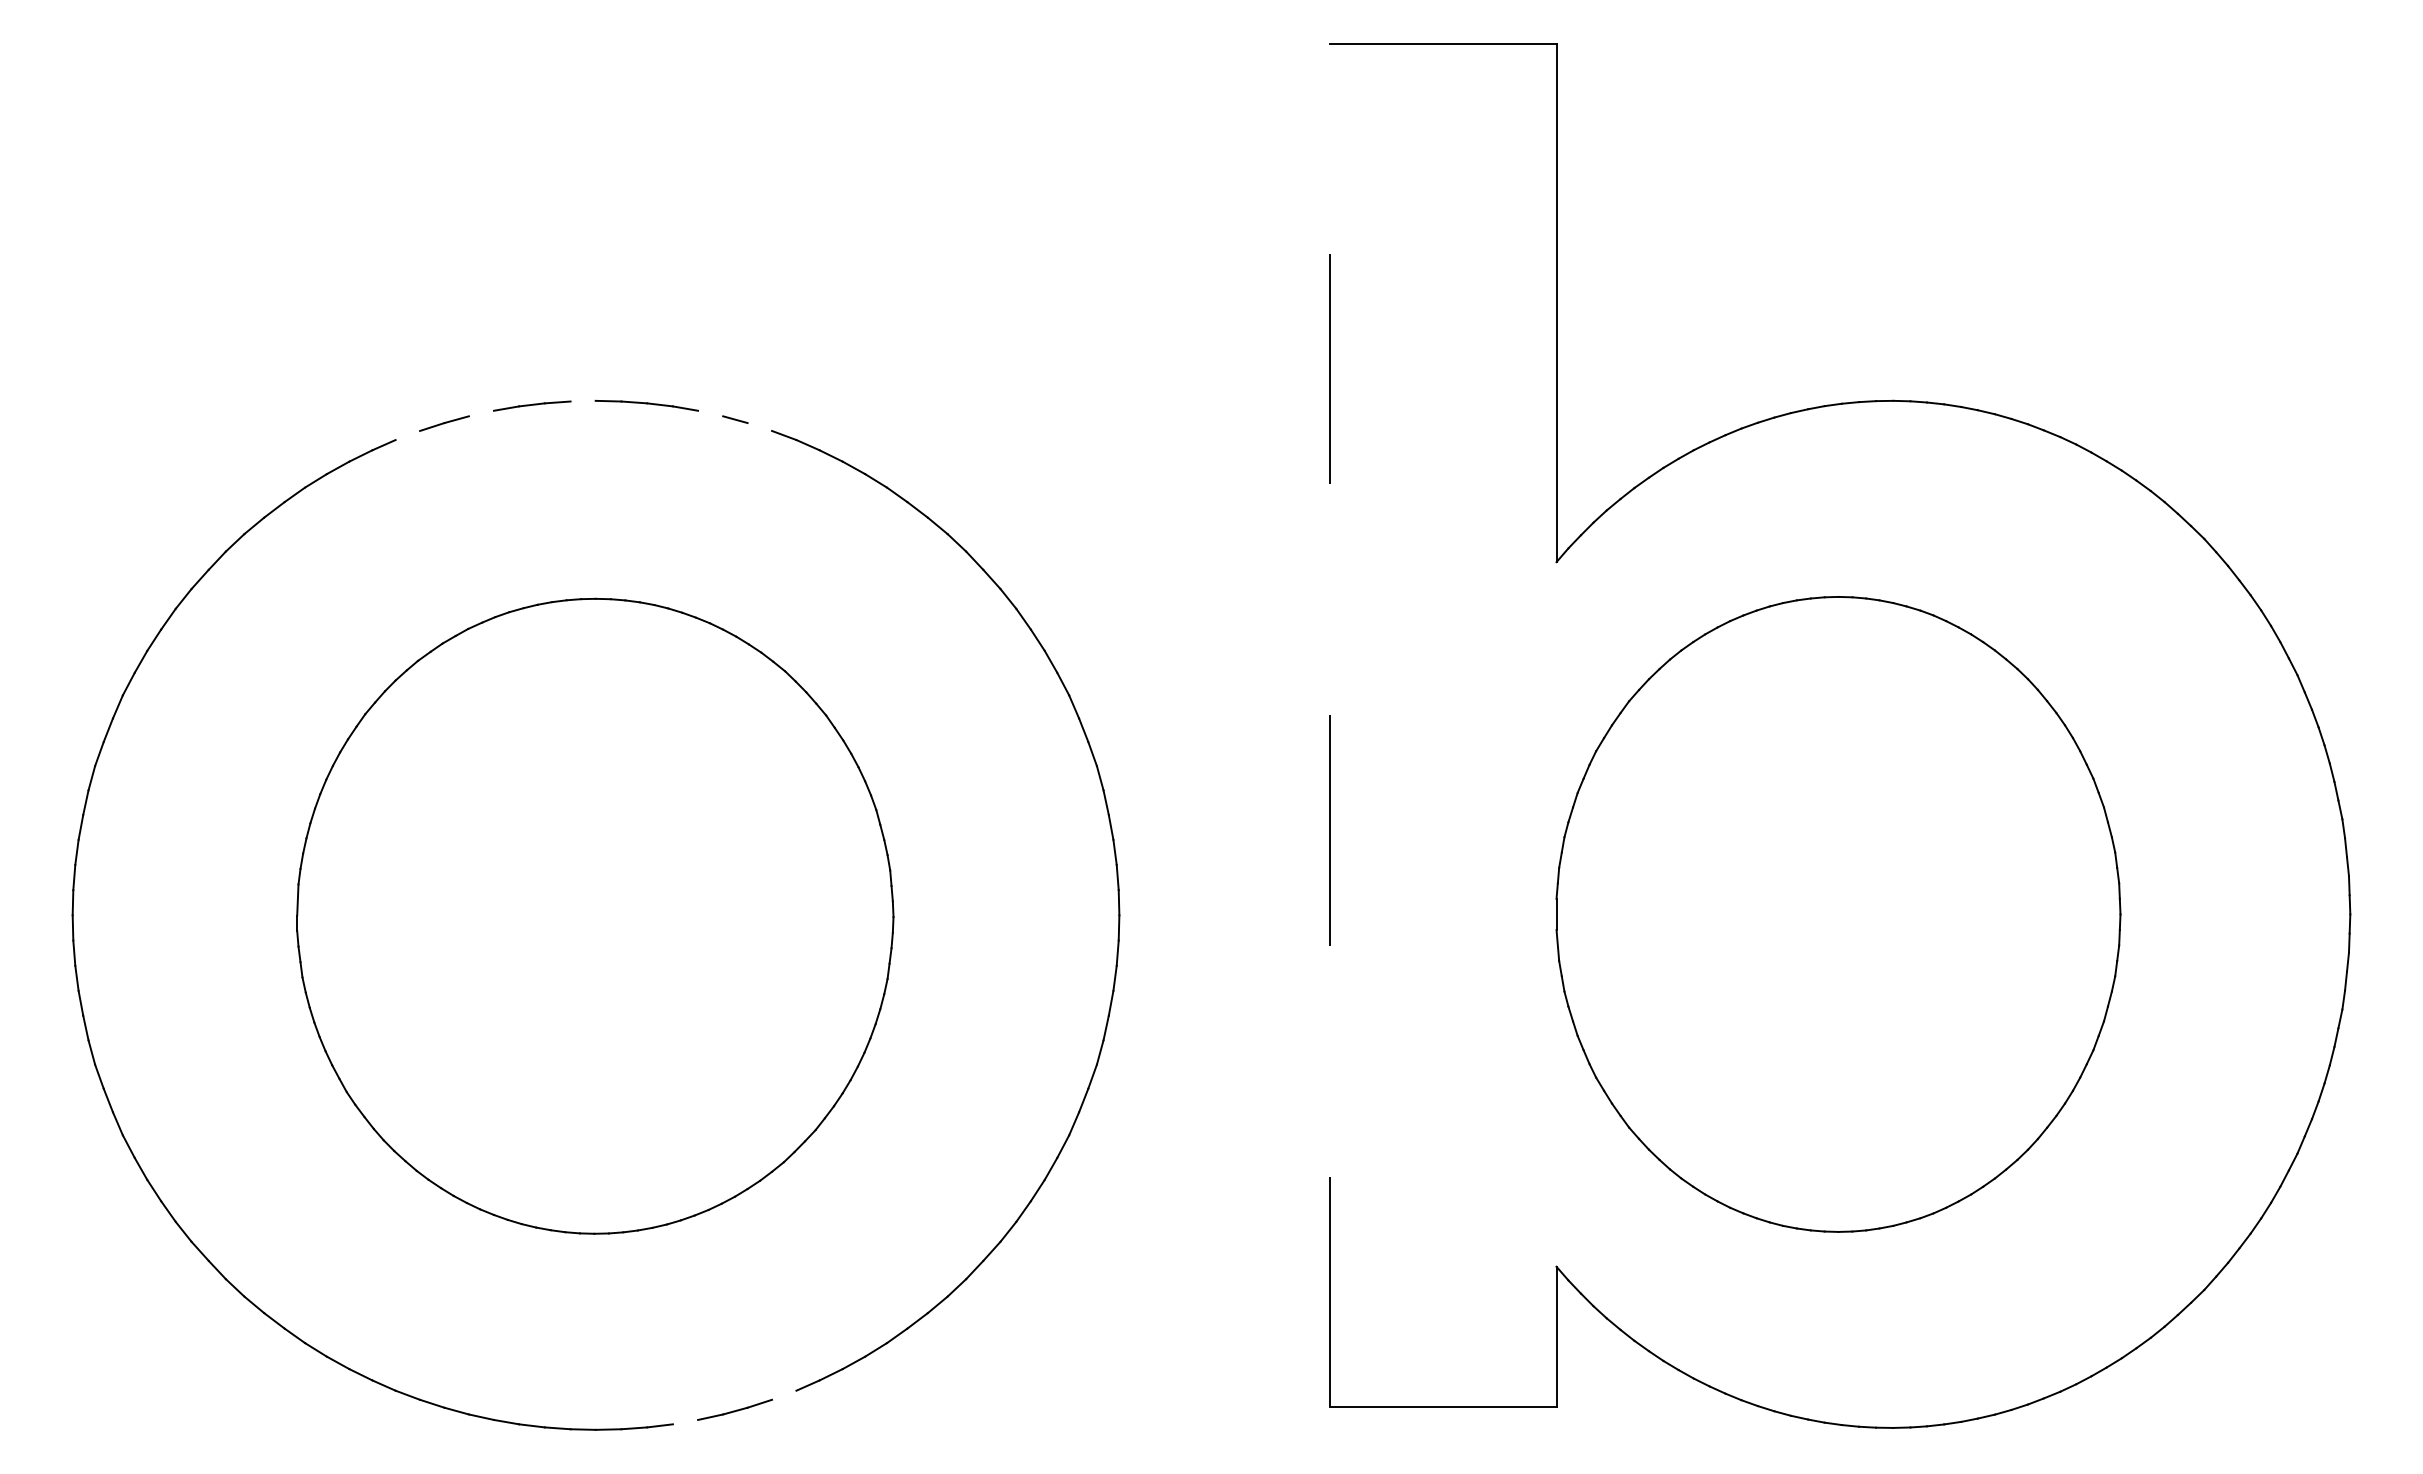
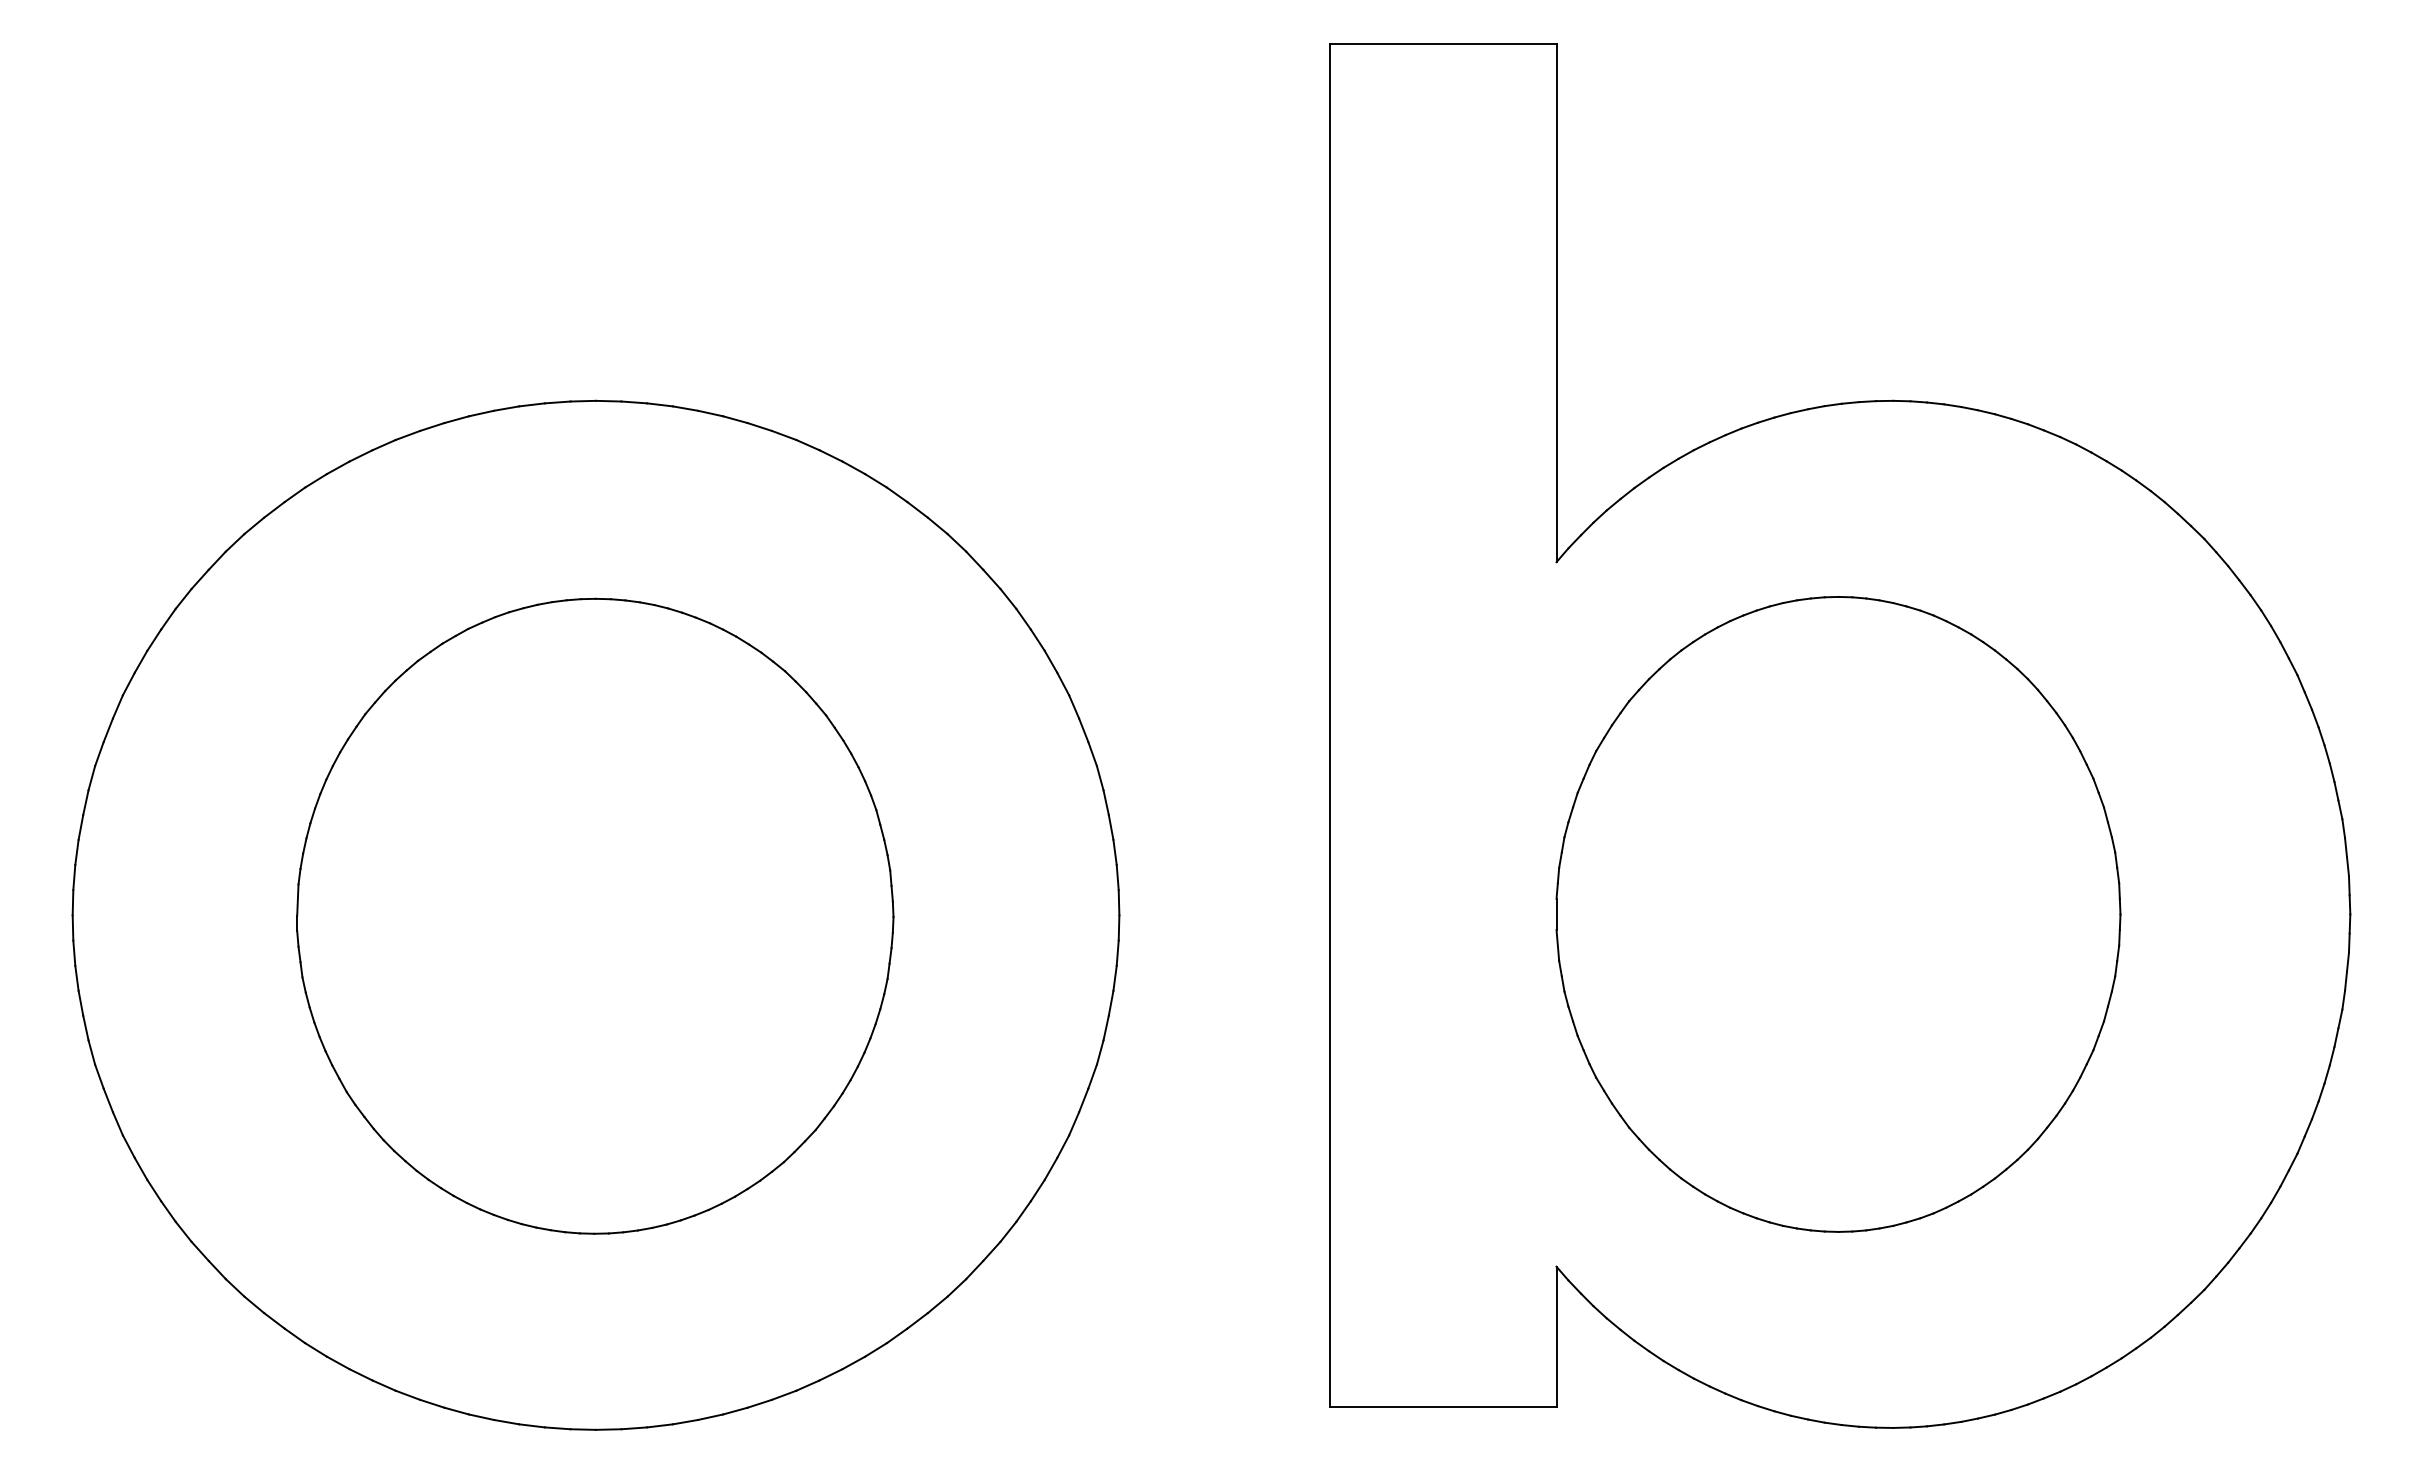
line at (582, 400): none -> present
line at (480, 413): none -> present
line at (710, 413): none -> present
line at (759, 426): none -> present
line at (407, 435): none -> present
line at (1330, 725): dashed -> solid
line at (784, 1394): none -> present
line at (685, 1421): none -> present
